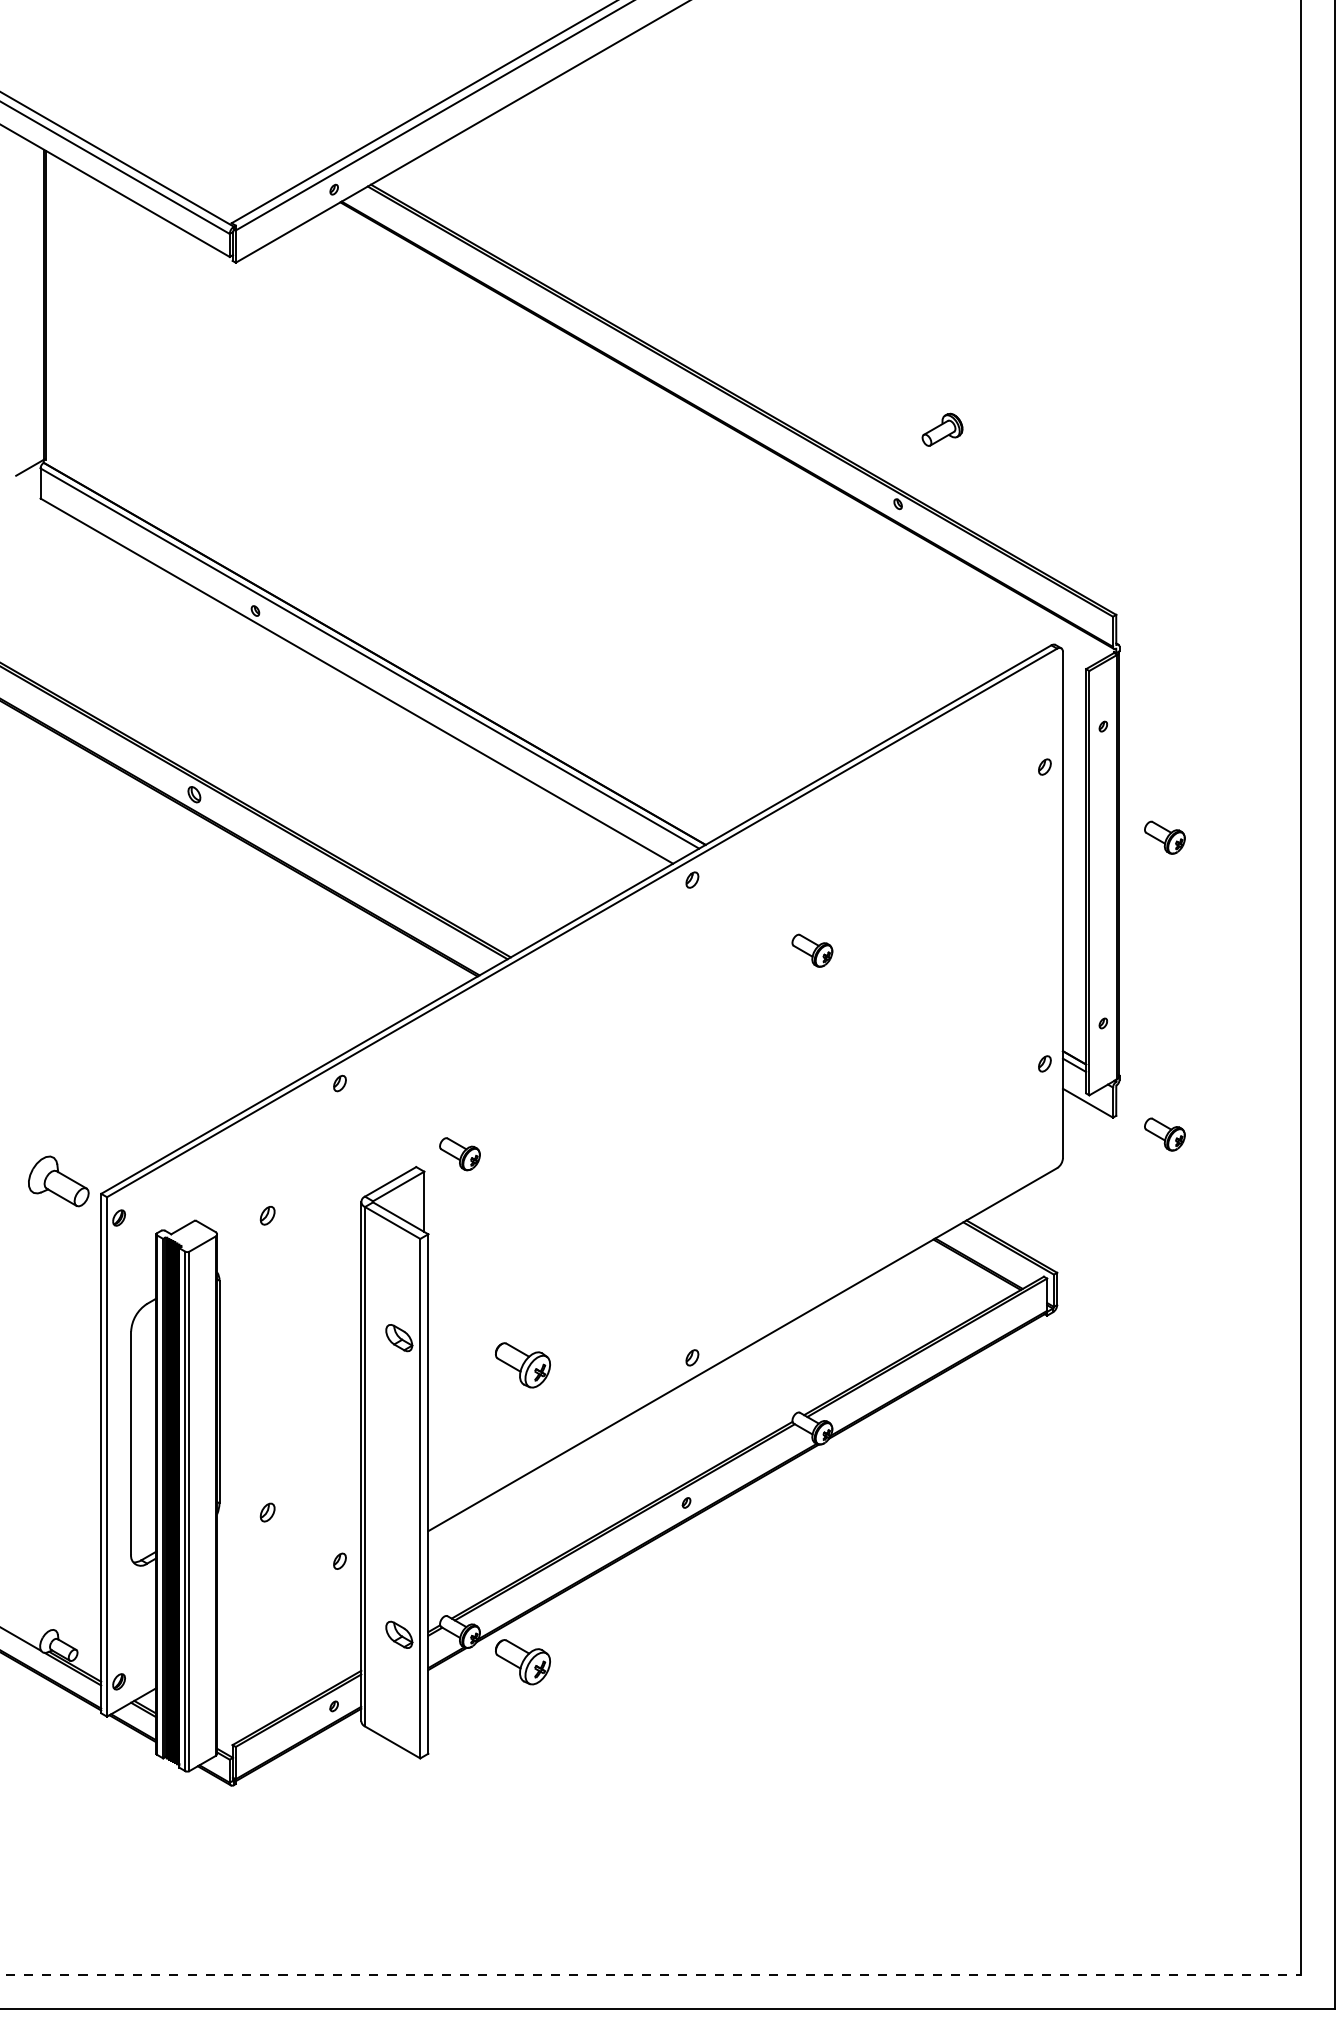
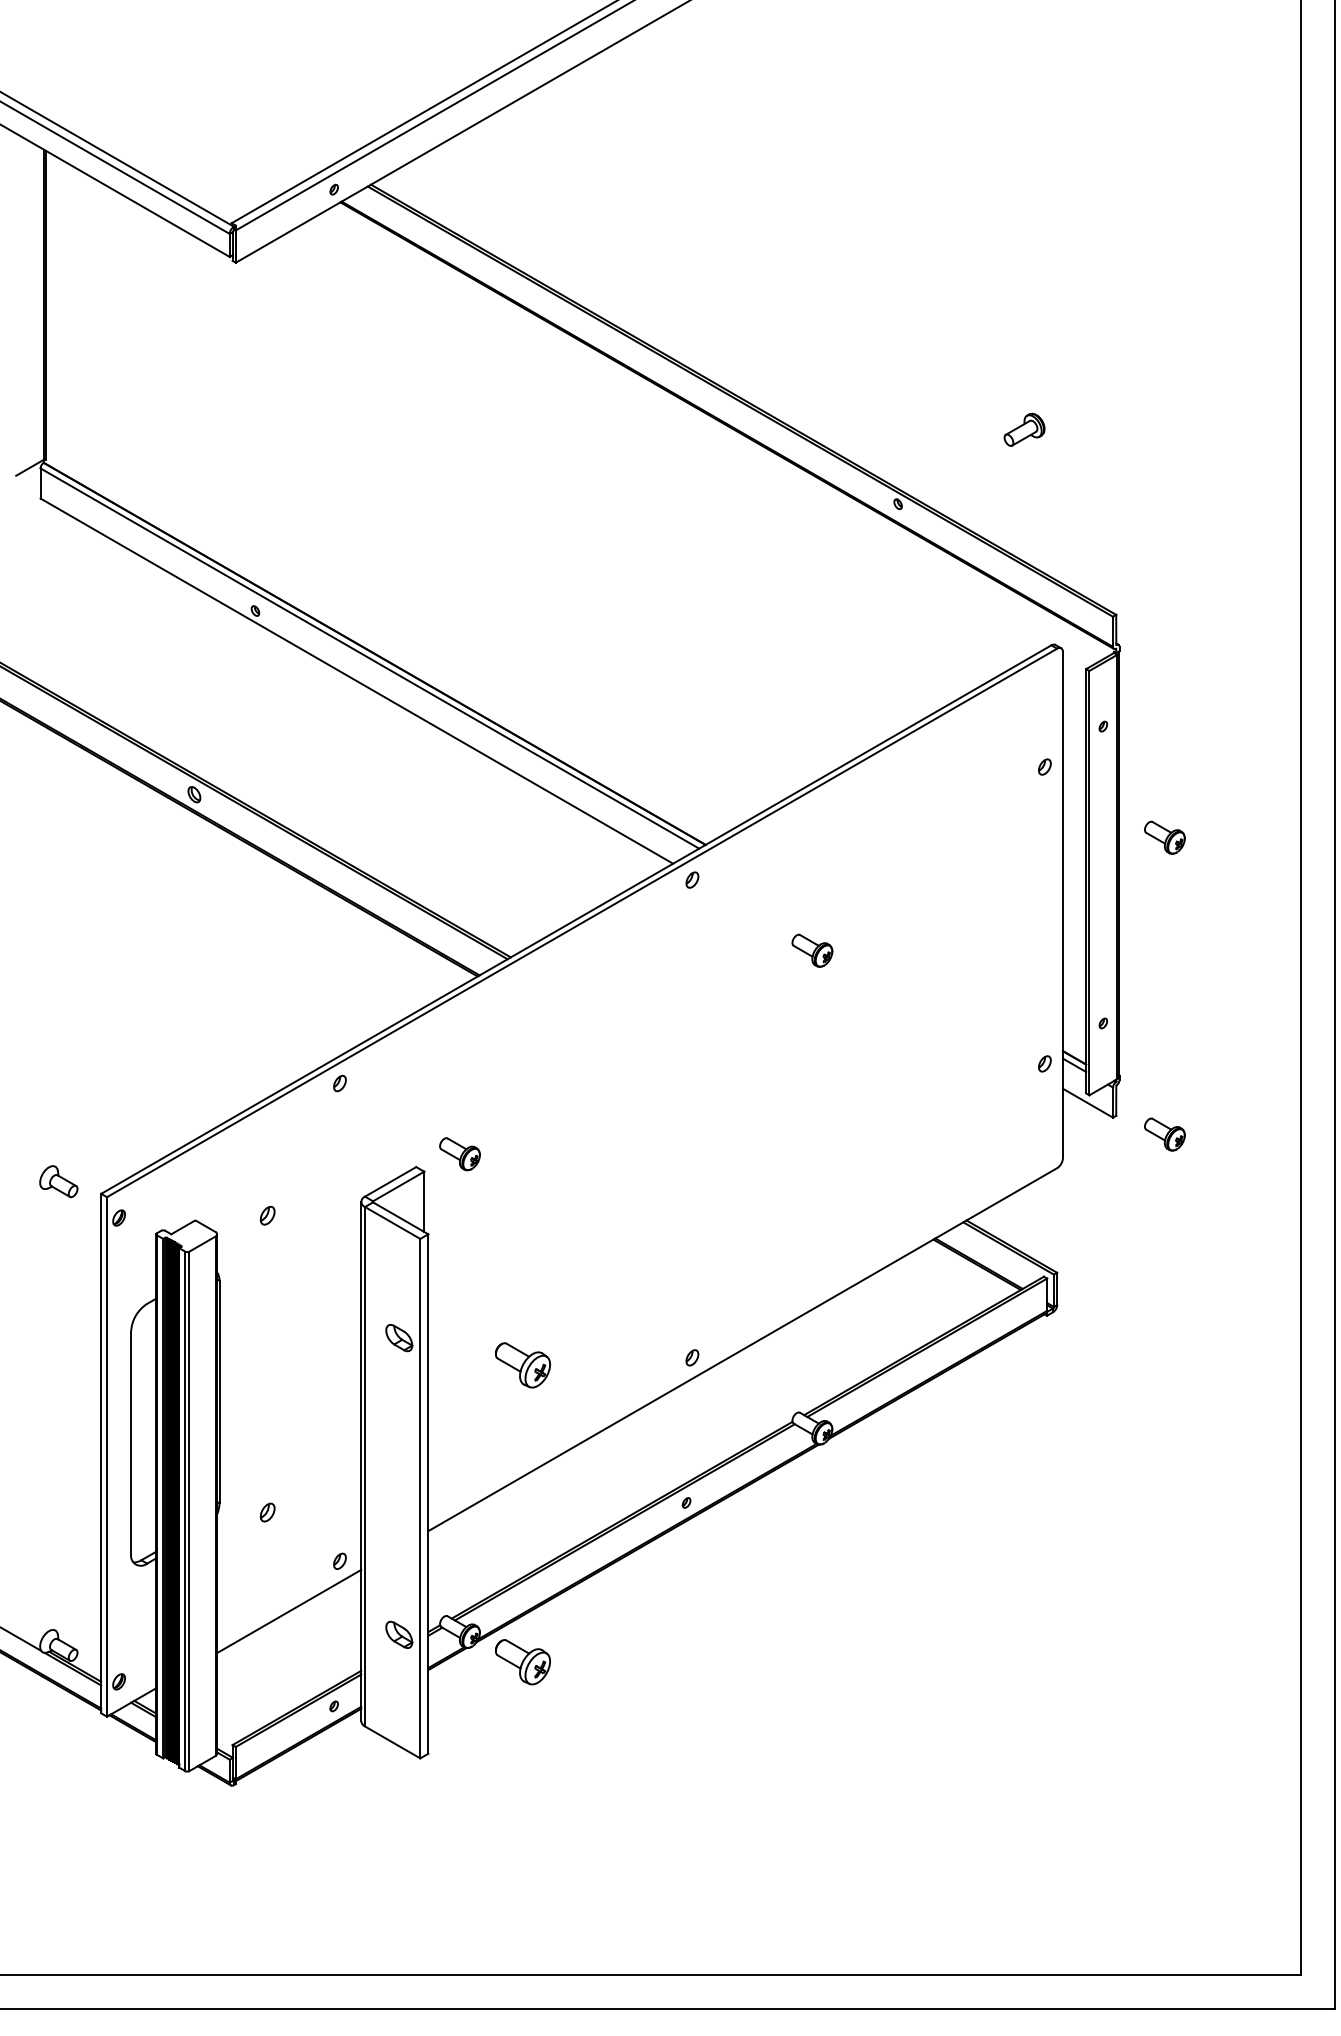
part at (942, 429) position: (942, 429) -> (1024, 429)
part at (58, 1181) size: 62x53 px -> 40x34 px
line at (289, 1611): none -> present
line at (651, 1974): dashed -> solid
